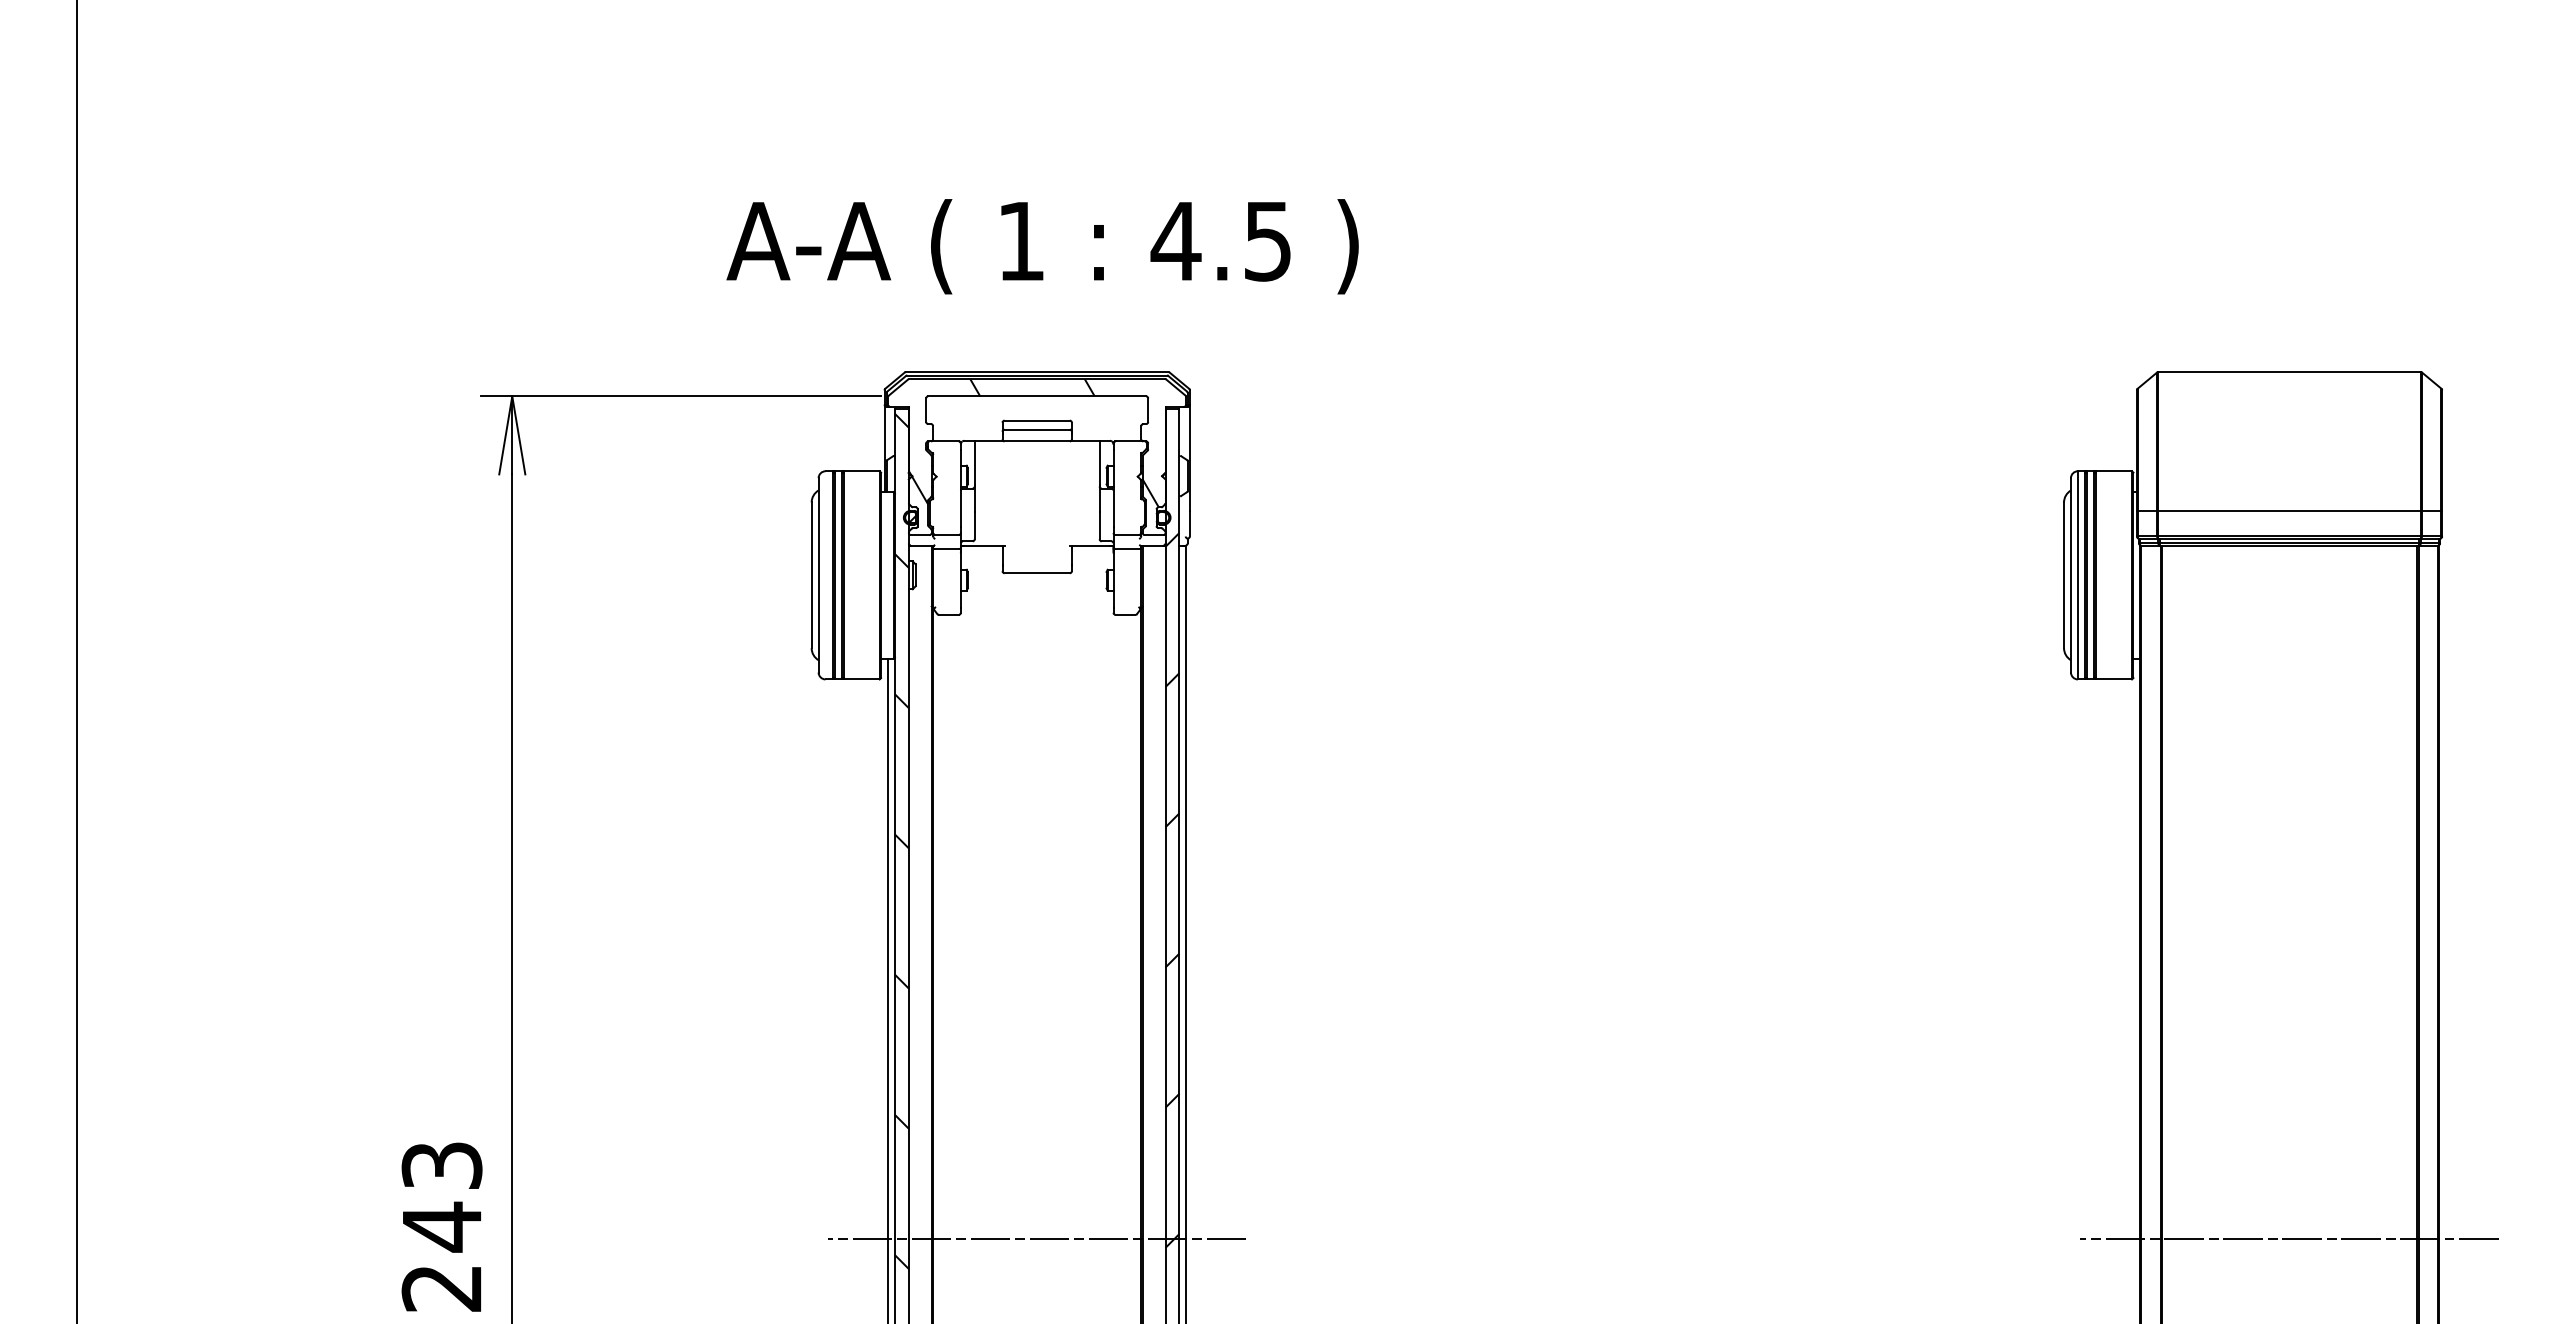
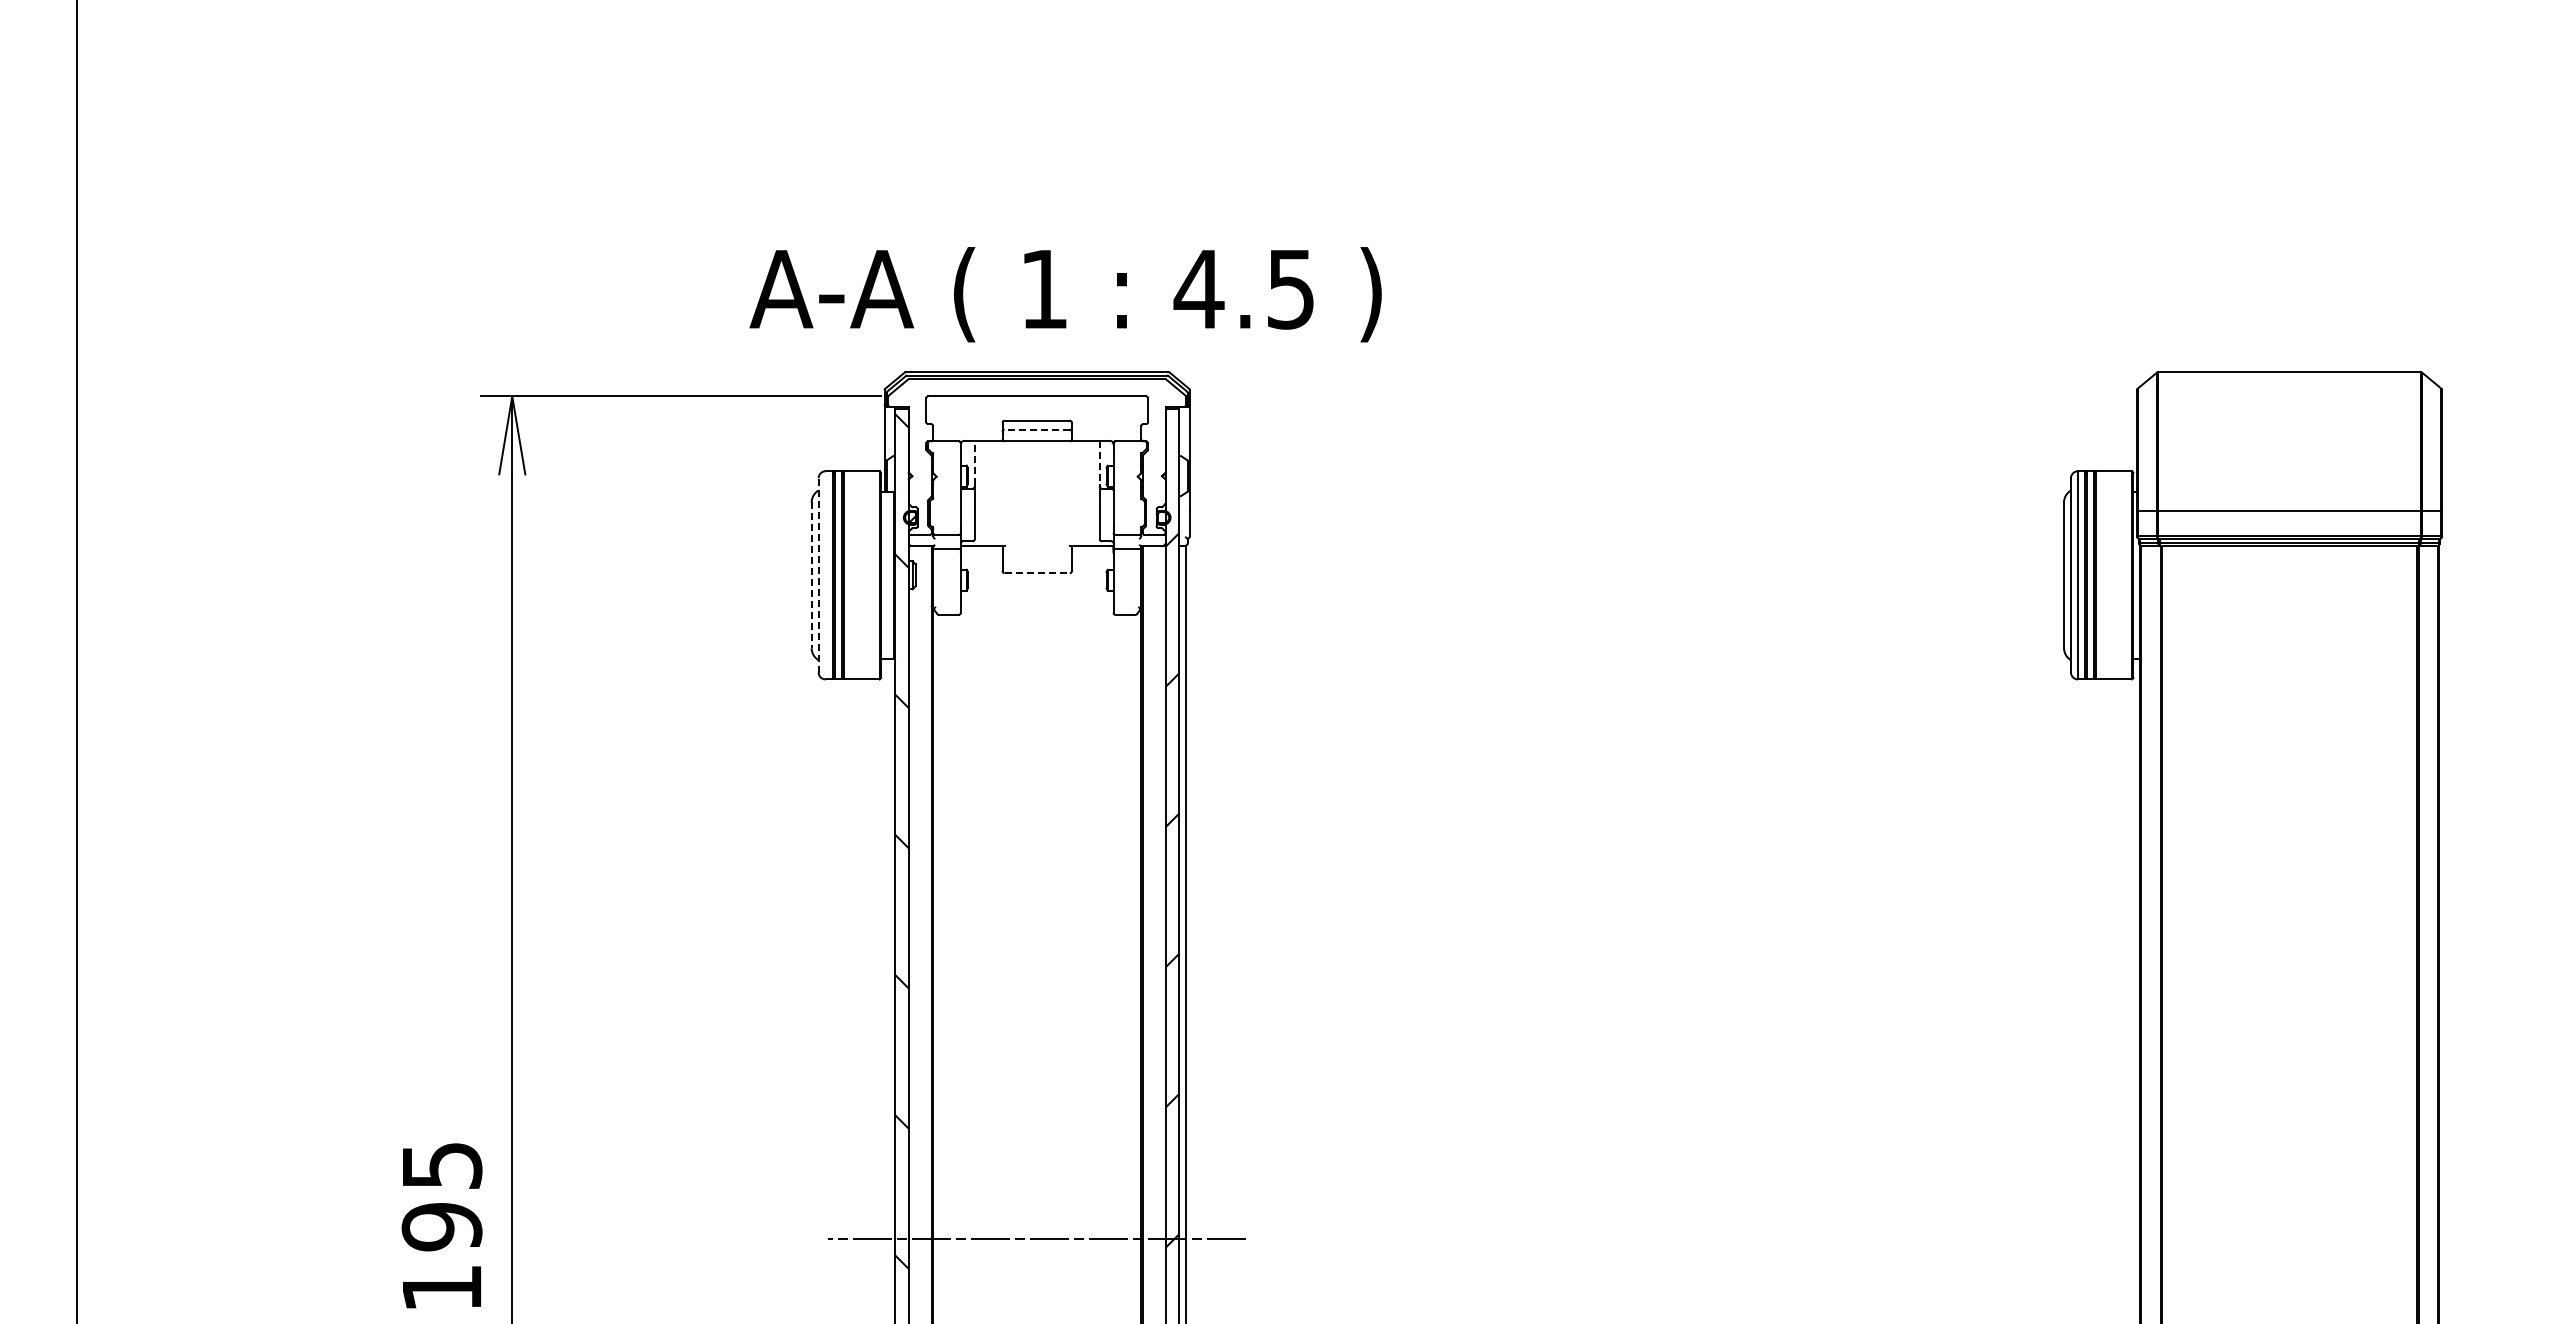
text at (1042, 246) position: (1042, 246) -> (1065, 294)
line at (1037, 429): solid -> dashed
hatch at (1033, 442): present -> none
line at (974, 462): solid -> dashed
line at (1099, 463): solid -> dashed
line at (1037, 573): solid -> dashed
line at (818, 574): solid -> dashed
line at (811, 575): solid -> dashed
line at (888, 989): present -> none
text at (441, 1226): 243 -> 195
line at (2289, 1239): present -> none
